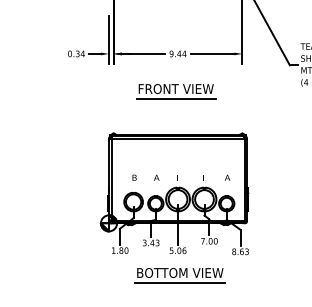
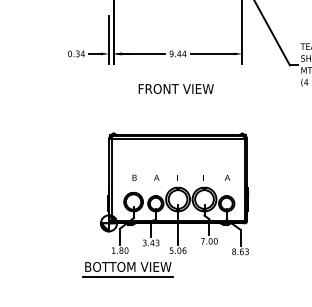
line at (175, 98): present -> none
part at (179, 275) position: (179, 275) -> (127, 269)
